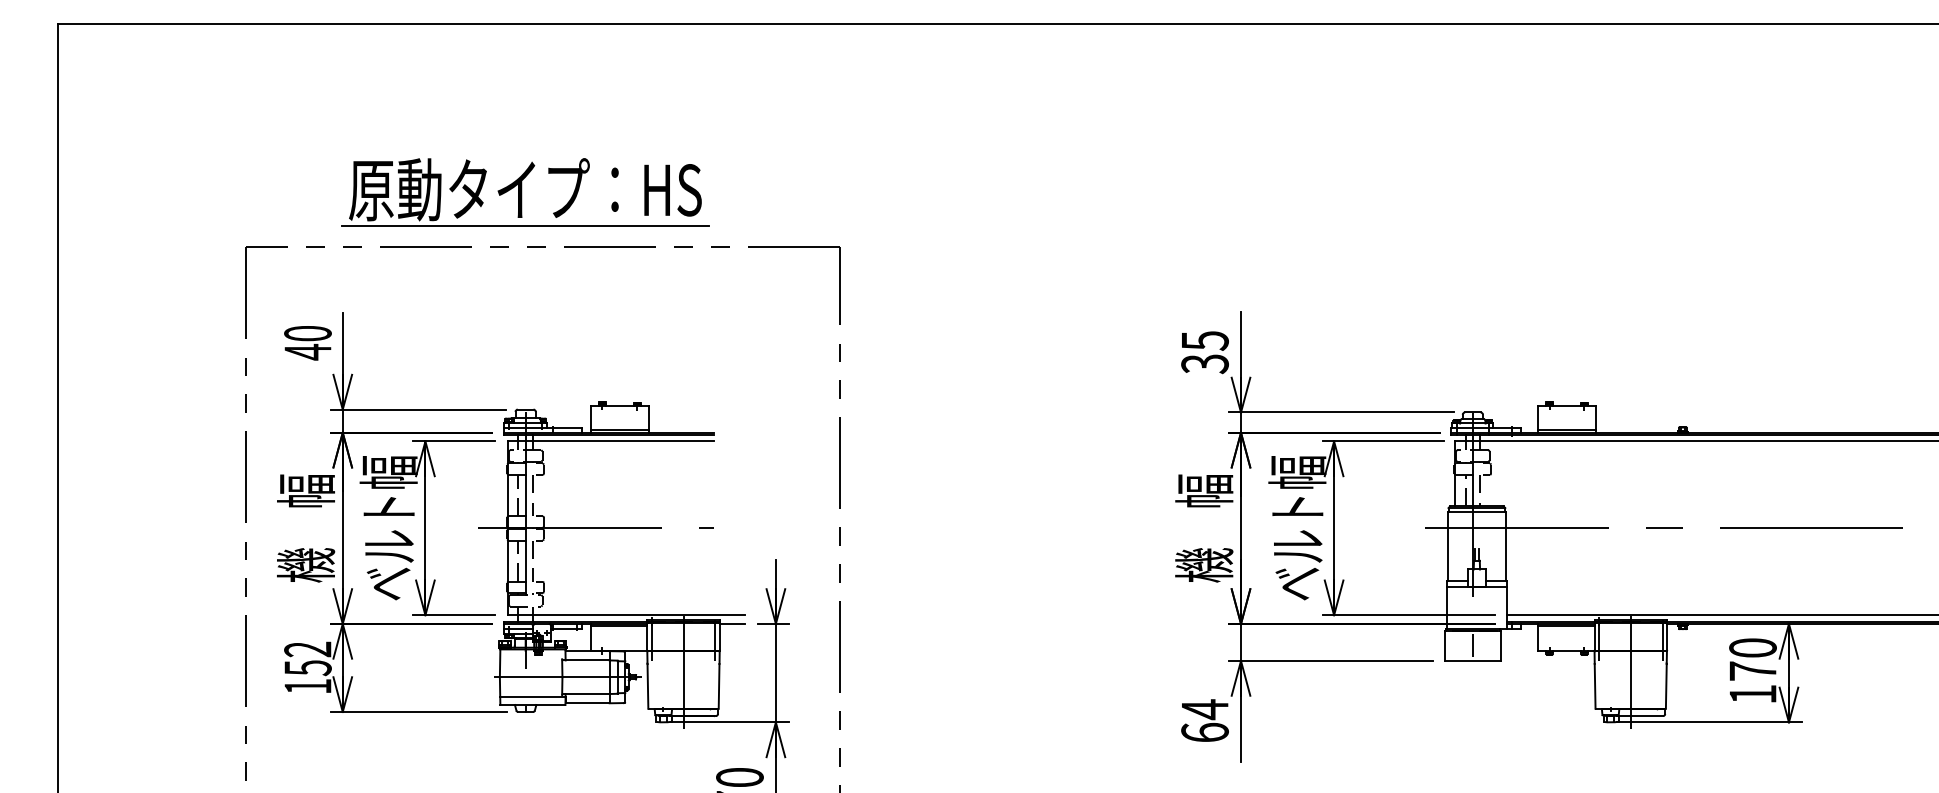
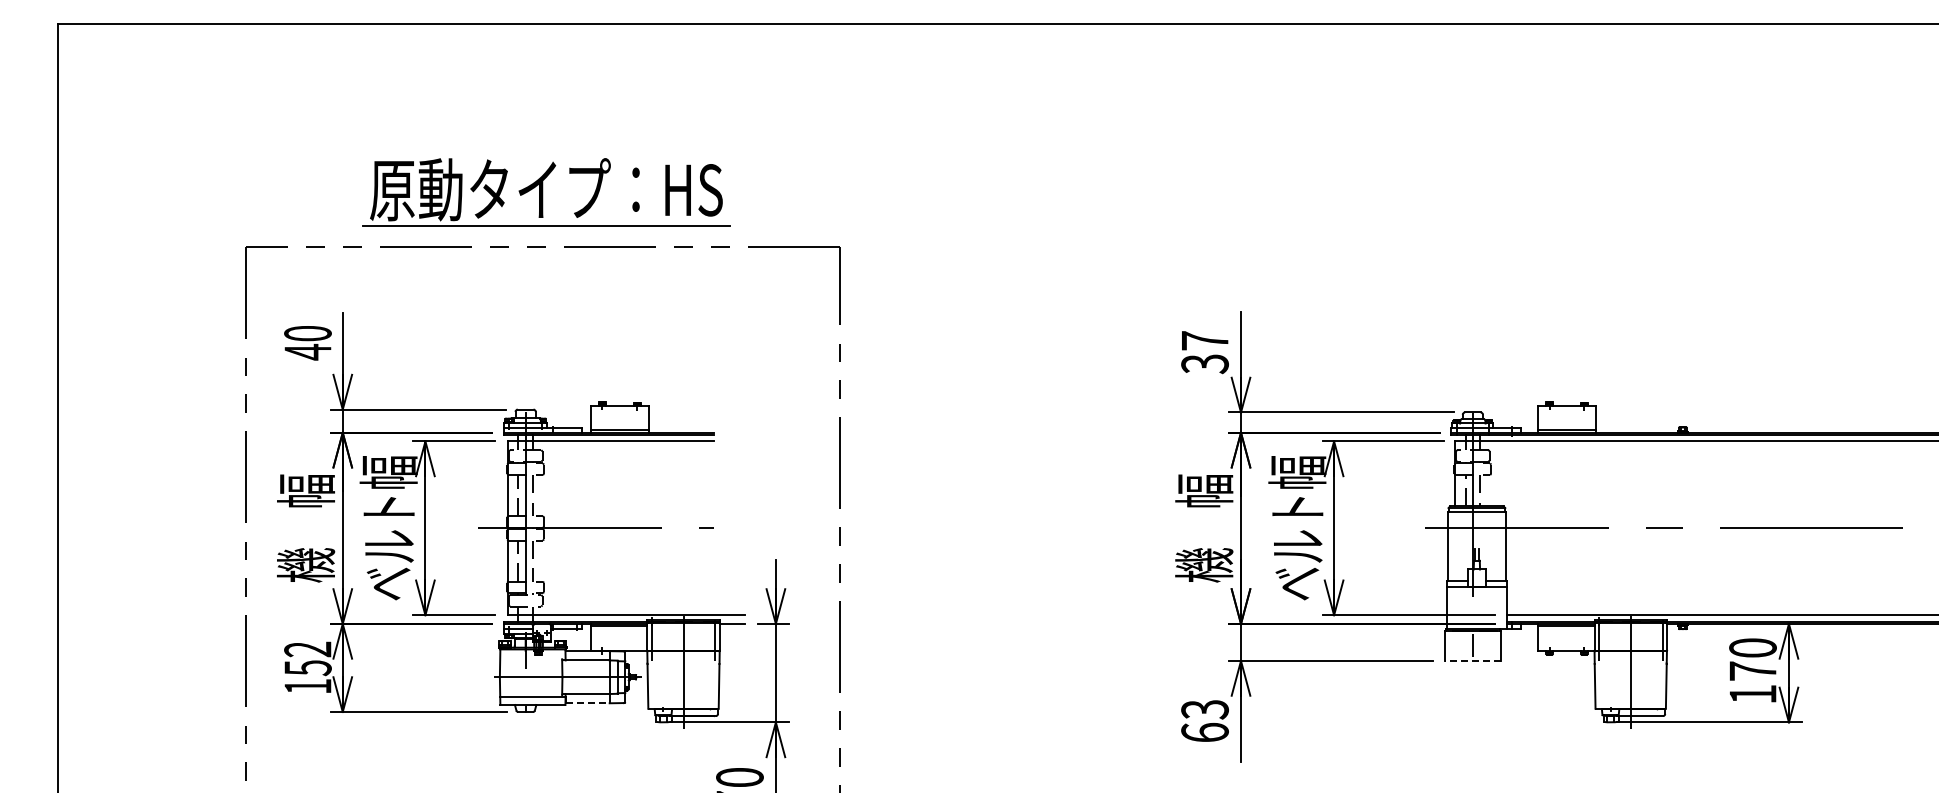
part at (525, 192) position: (525, 192) -> (546, 192)
text at (1205, 340): 35 -> 37
line at (1472, 661): solid -> dashed
line at (588, 703): solid -> dashed
text at (1204, 709): 64 -> 63
